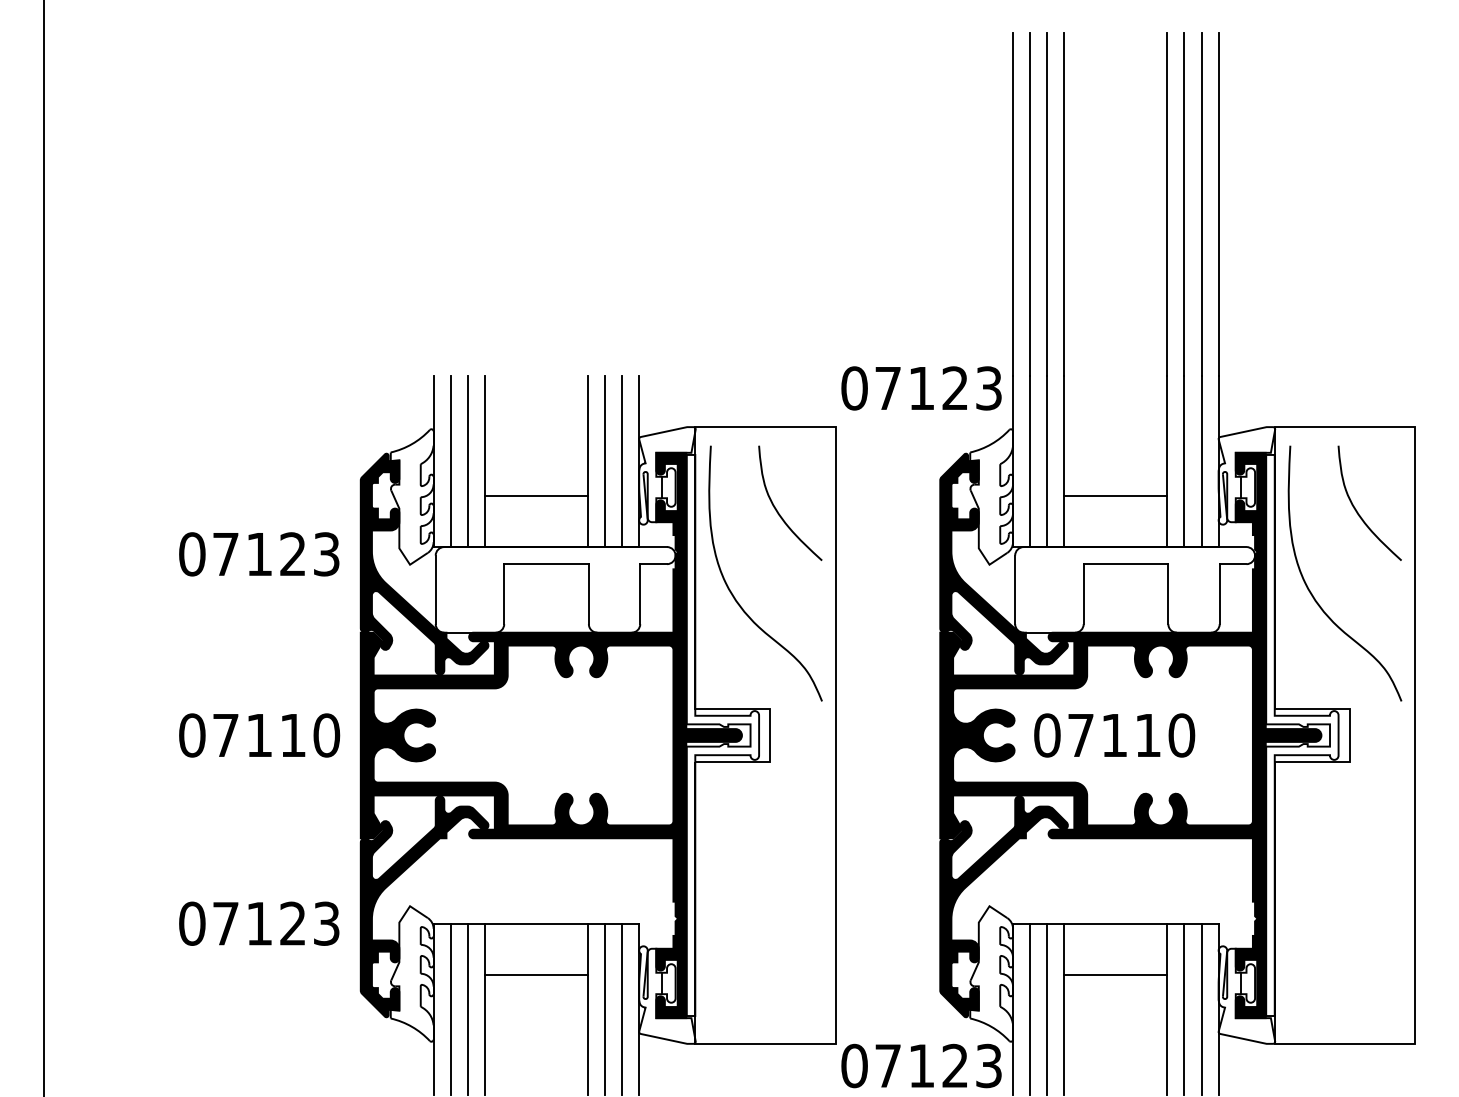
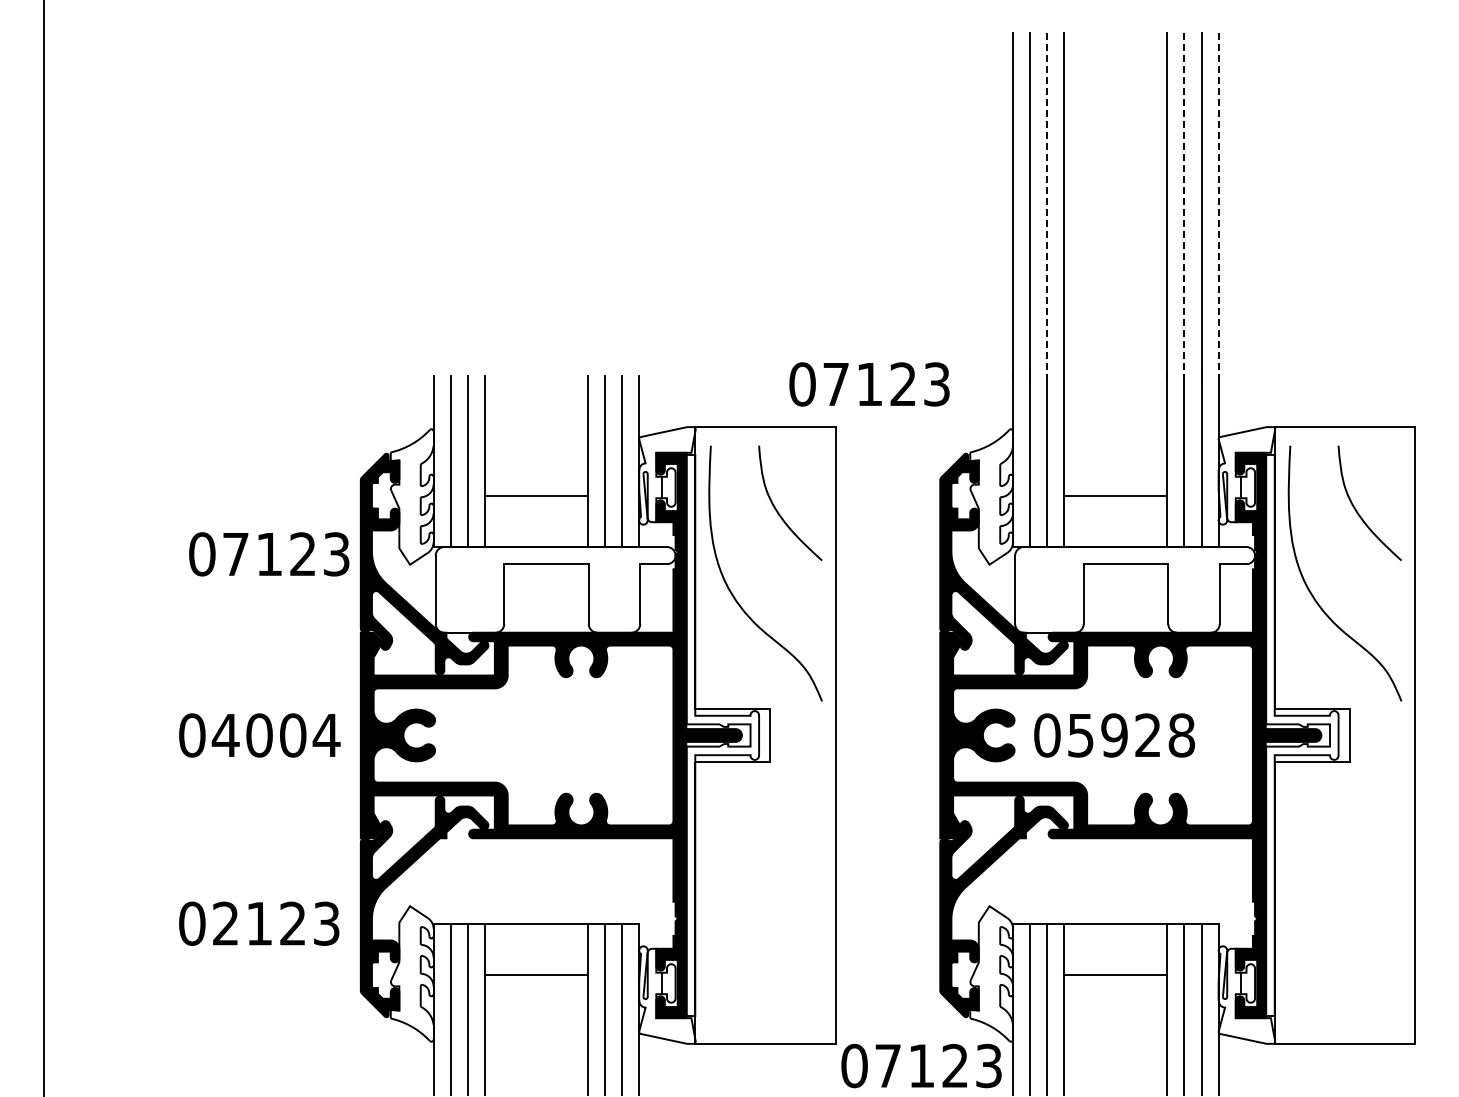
line at (1047, 204): solid -> dashed
line at (1184, 204): solid -> dashed
line at (1218, 204): solid -> dashed
text at (921, 388) position: (921, 388) -> (869, 384)
text at (259, 554) position: (259, 554) -> (269, 554)
text at (275, 735): 07110 -> 04004
text at (1131, 735): 07110 -> 05928
text at (225, 923): 07123 -> 02123
